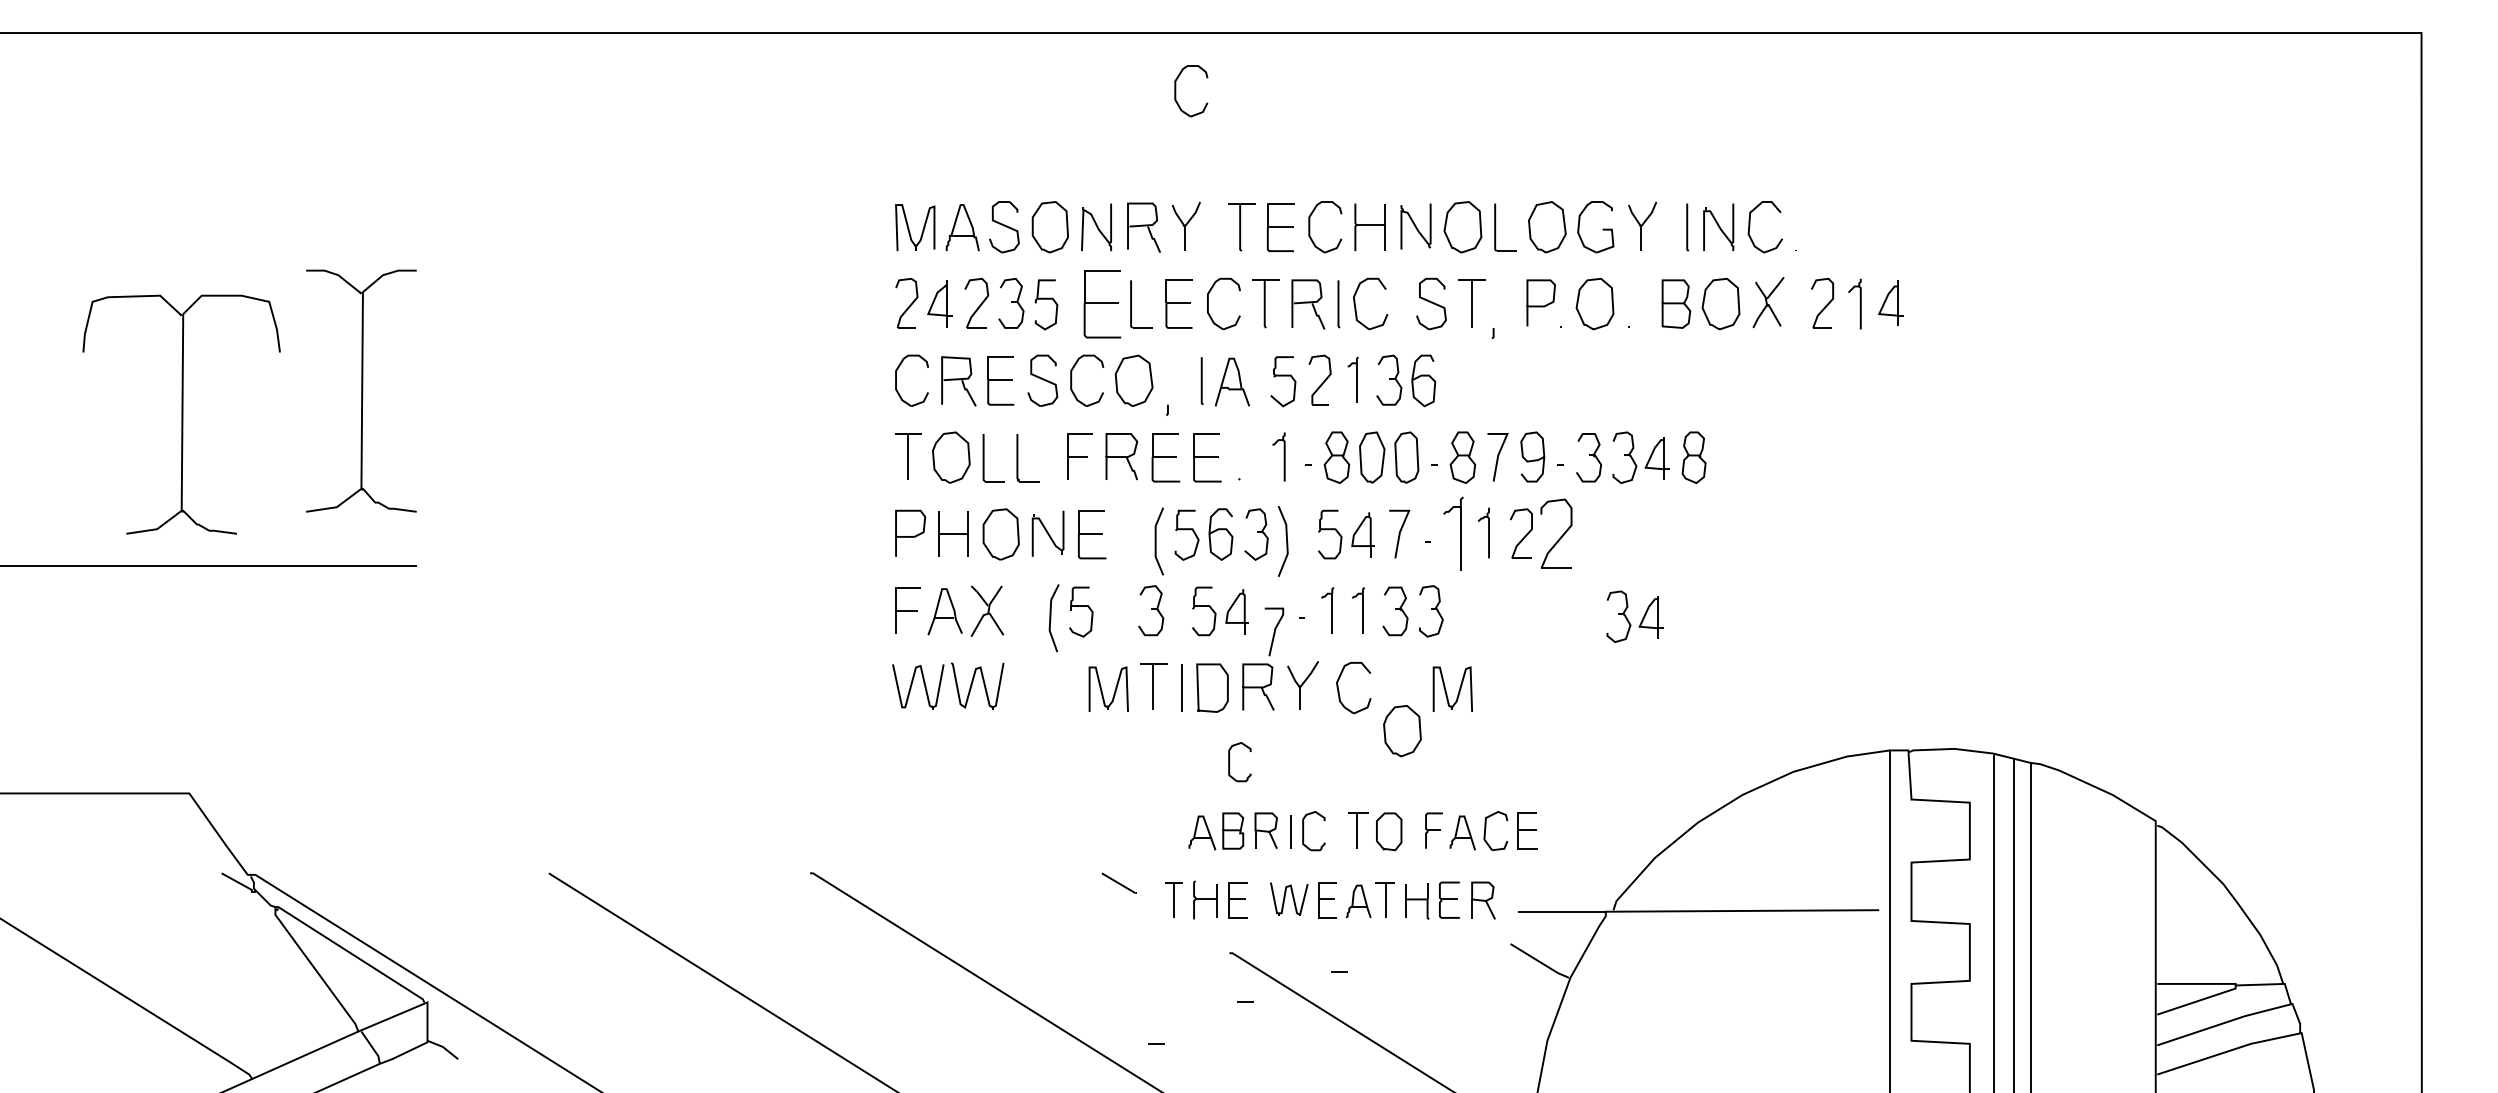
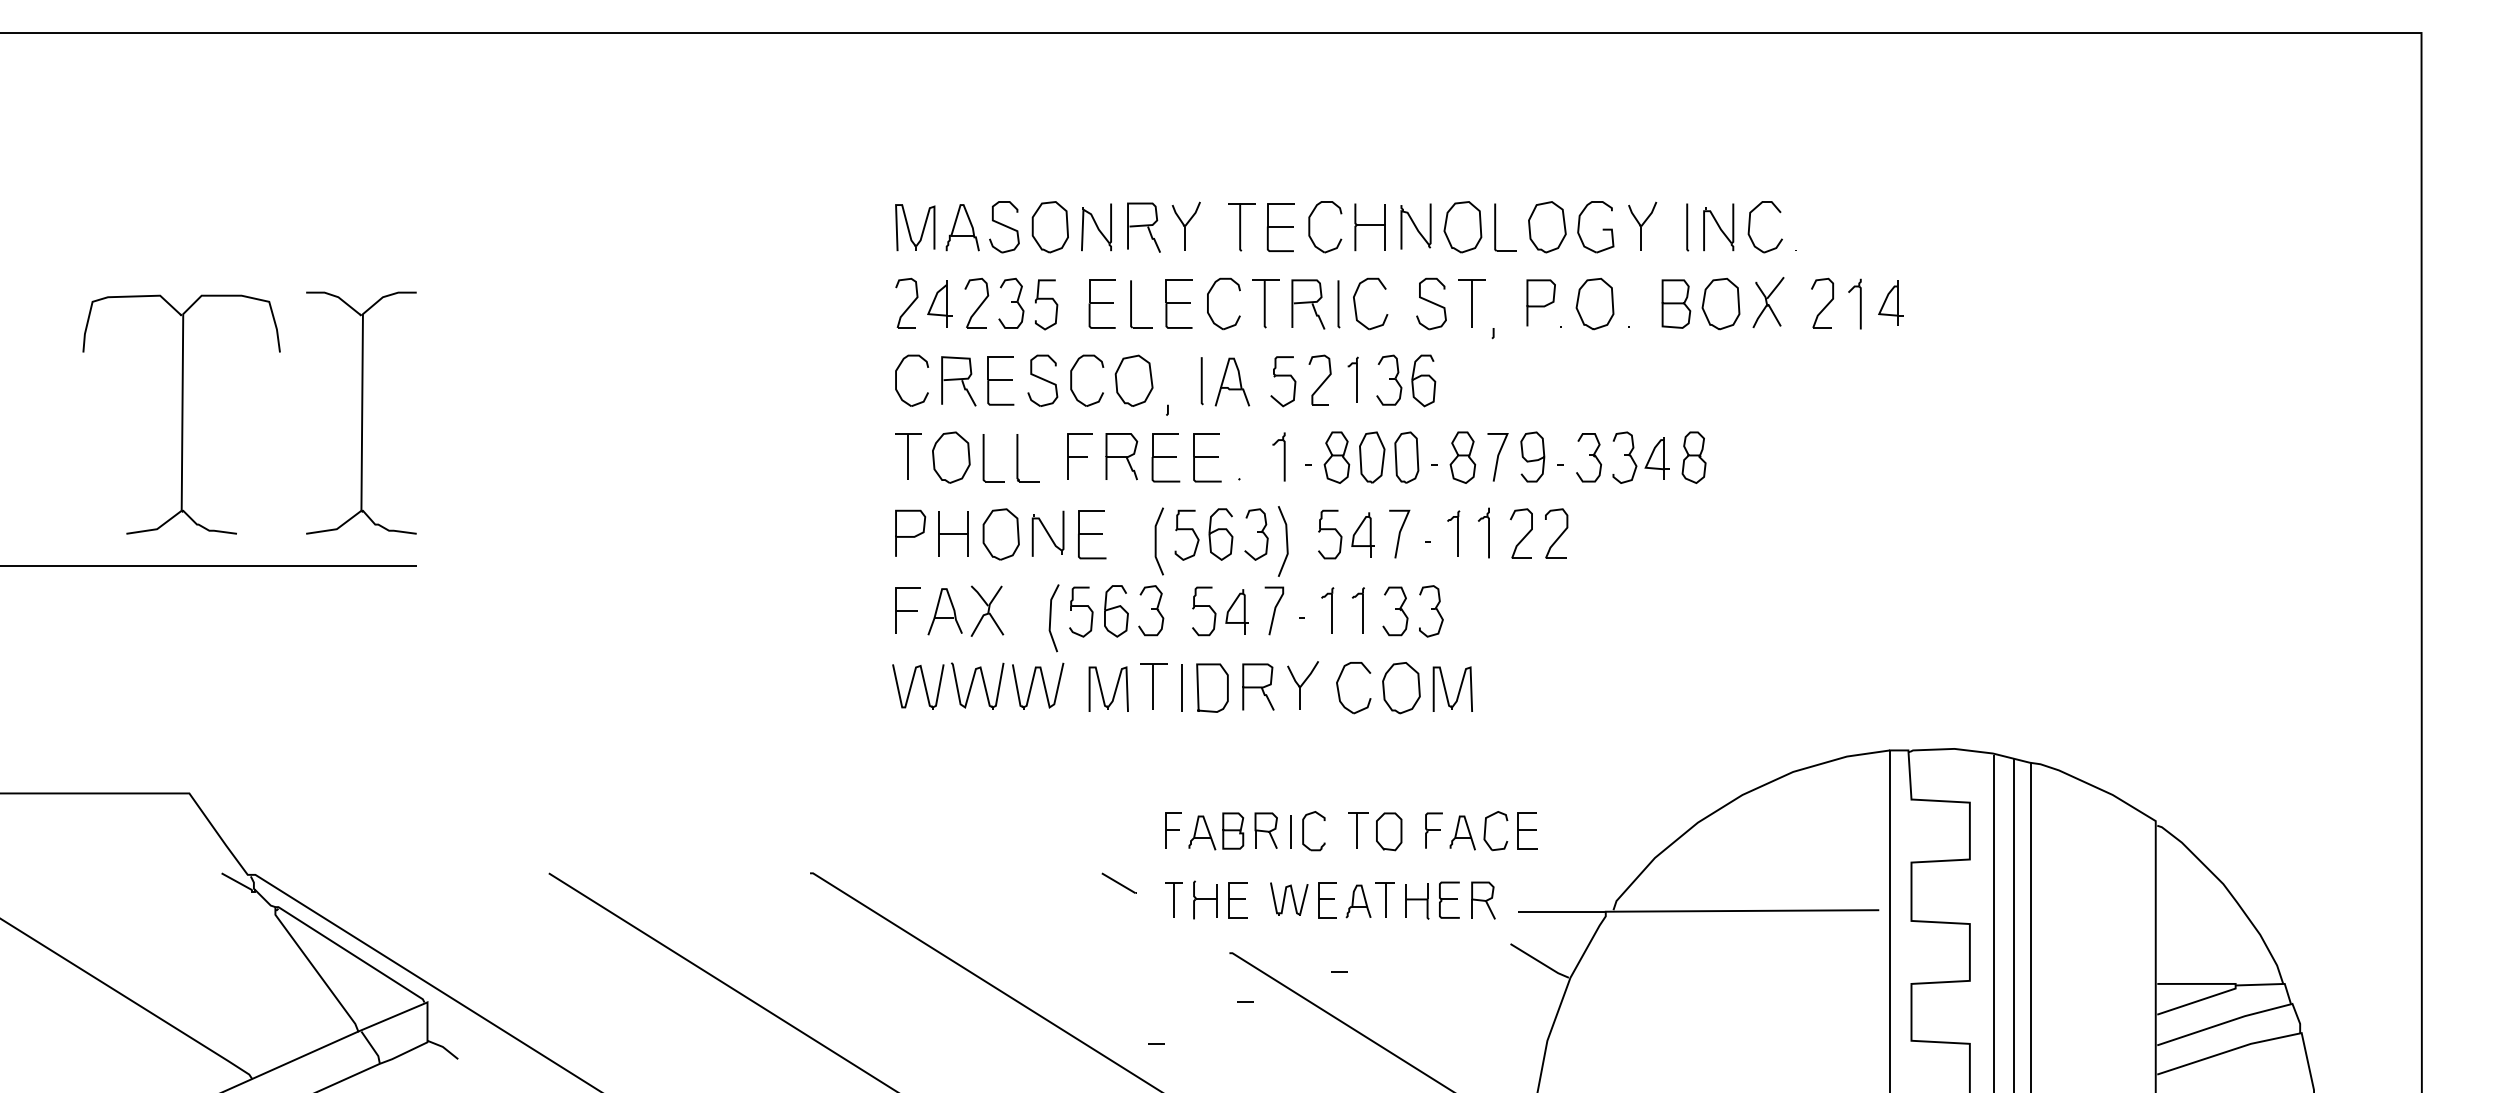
part at (1176, 91): present -> none
part at (1102, 304) size: 39x69 px -> 28x50 px
part at (361, 390) position: (361, 390) -> (361, 412)
part at (1453, 533) size: 21x75 px -> 14x47 px
part at (1556, 533) size: 33x71 px -> 24x51 px
part at (1116, 611): none -> present
part at (1628, 619): present -> none
line at (1274, 631) position: (1274, 631) -> (1274, 610)
part at (1038, 685): none -> present
part at (1402, 731) position: (1402, 731) -> (1401, 688)
part at (1229, 762): present -> none
part at (1173, 830): none -> present
